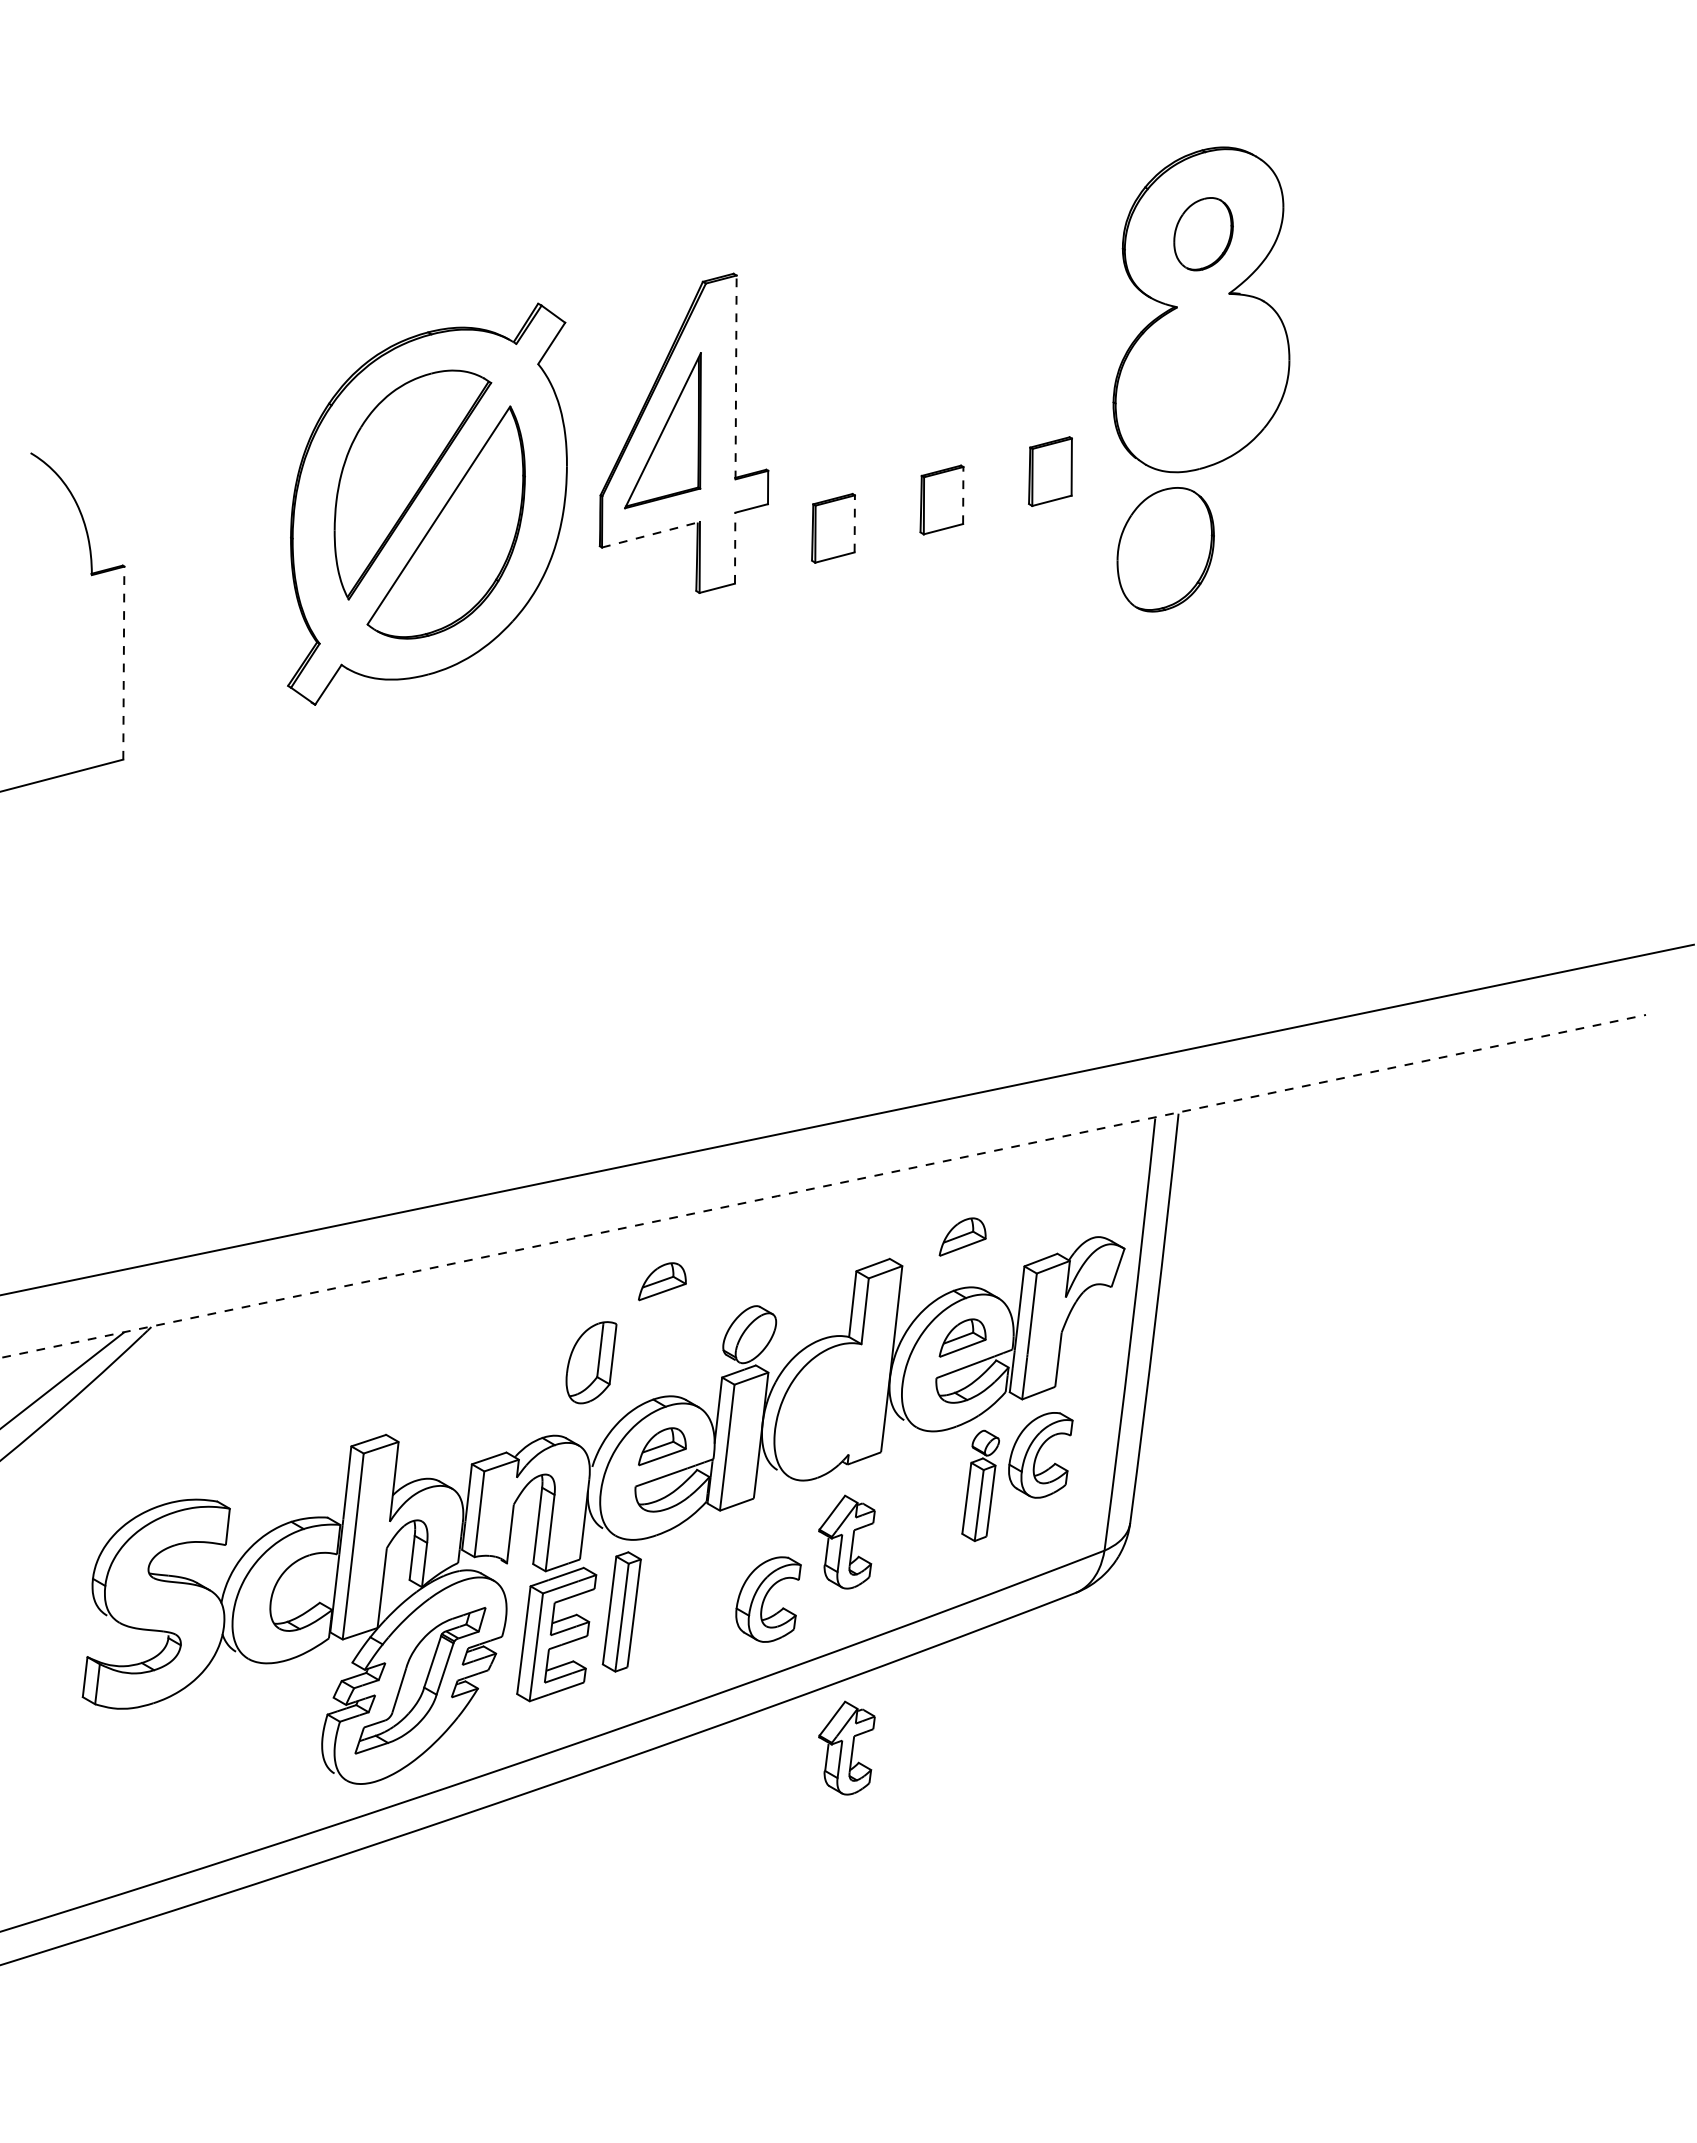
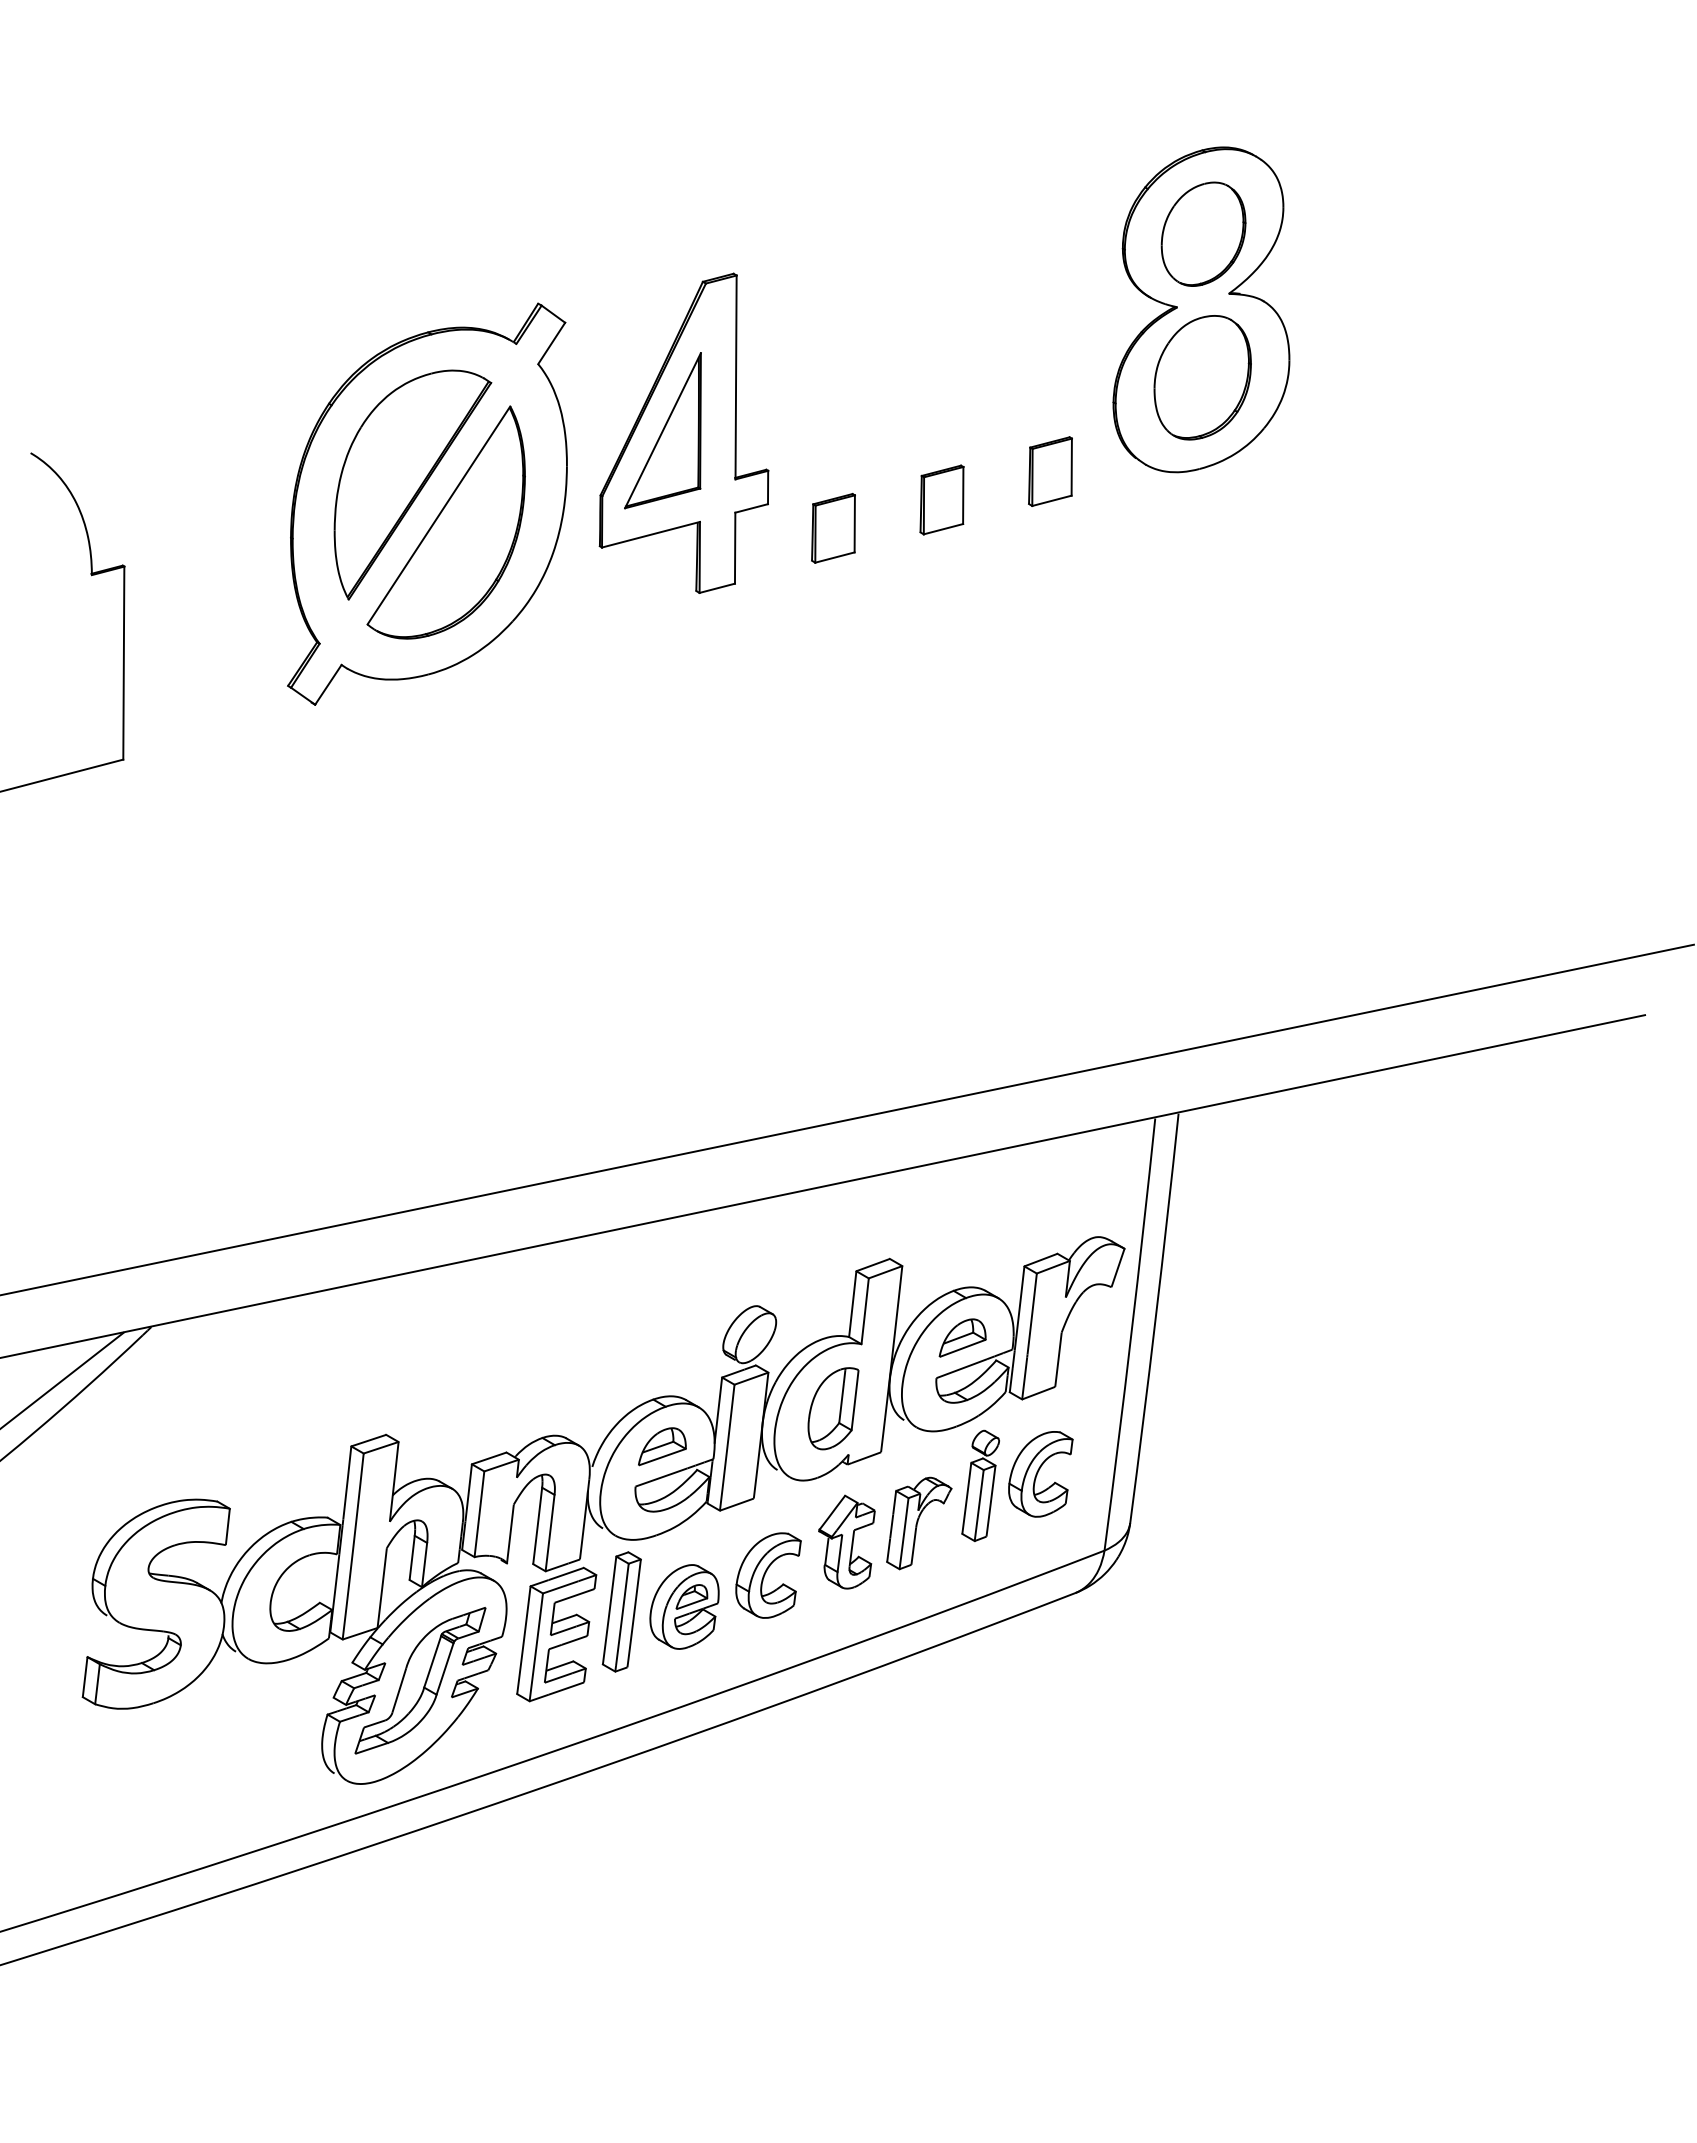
part at (1203, 234) size: 61x75 px -> 87x106 px
line at (736, 377): dashed -> solid
line at (963, 495): dashed -> solid
line at (854, 523): dashed -> solid
line at (651, 534): dashed -> solid
line at (735, 547): dashed -> solid
part at (1165, 549) position: (1165, 549) -> (1202, 377)
line at (123, 662): dashed -> solid
line at (823, 1186): dashed -> solid
part at (962, 1236): present -> none
part at (662, 1281): present -> none
part at (591, 1362) position: (591, 1362) -> (833, 1408)
part at (1040, 1455) position: (1040, 1455) -> (1040, 1474)
part at (919, 1523): none -> present
part at (768, 1599) position: (768, 1599) -> (768, 1575)
part at (684, 1606): none -> present
part at (846, 1747): present -> none
